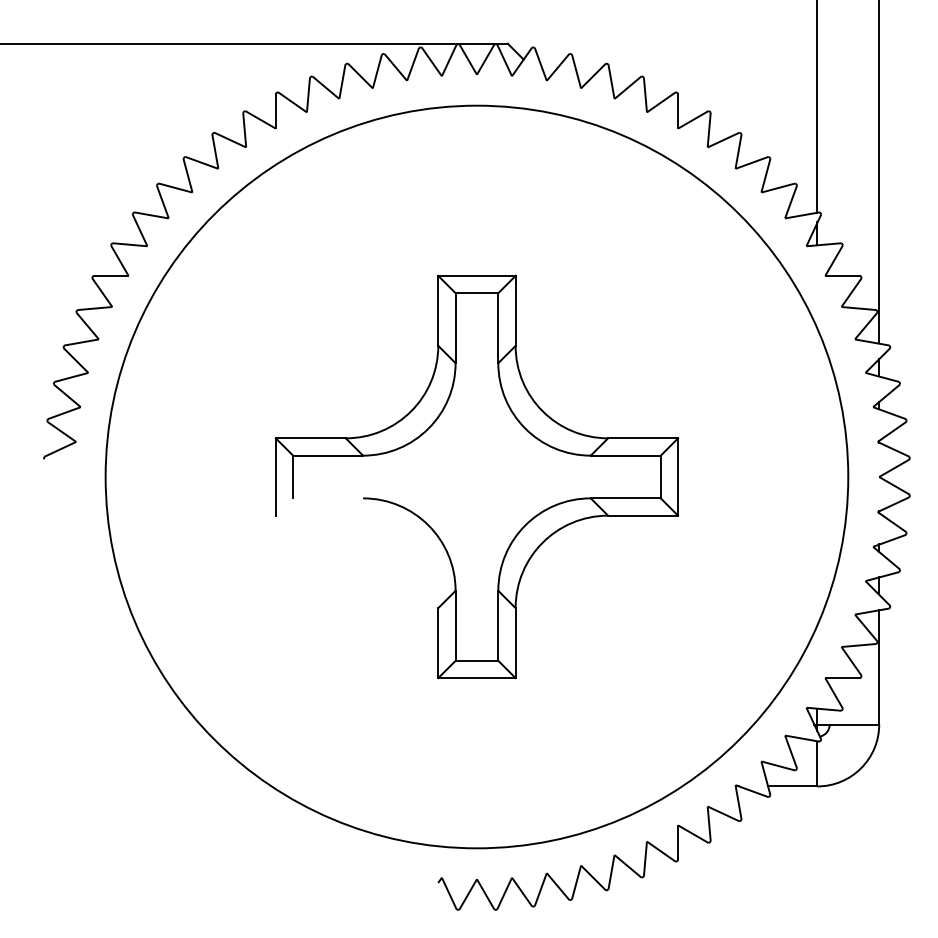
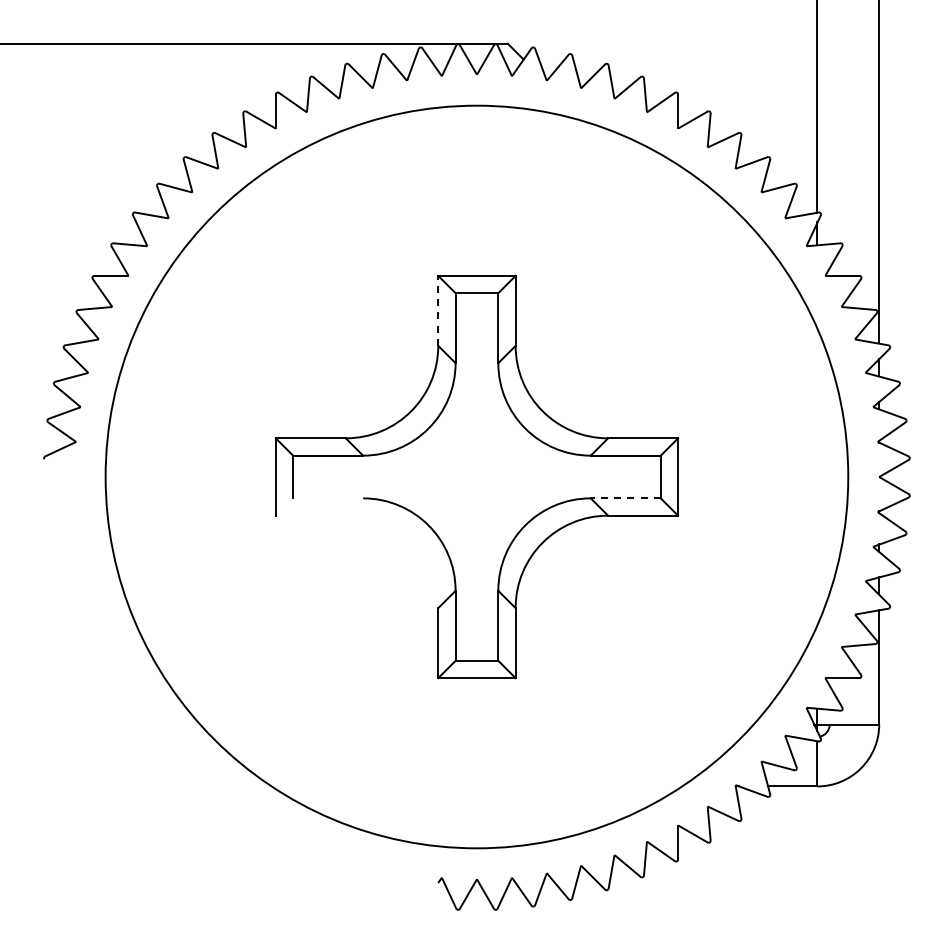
line at (438, 310): solid -> dashed
line at (625, 498): solid -> dashed
